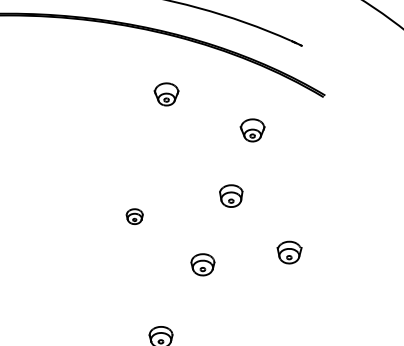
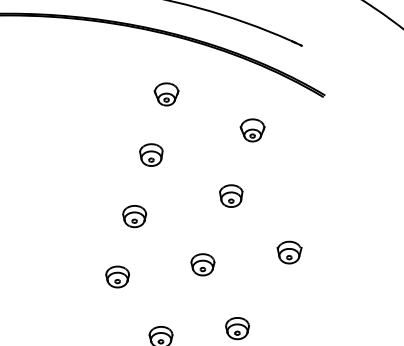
part at (151, 154): none -> present
part at (134, 216) size: 19x17 px -> 26x24 px
part at (117, 276): none -> present
part at (237, 328): none -> present
